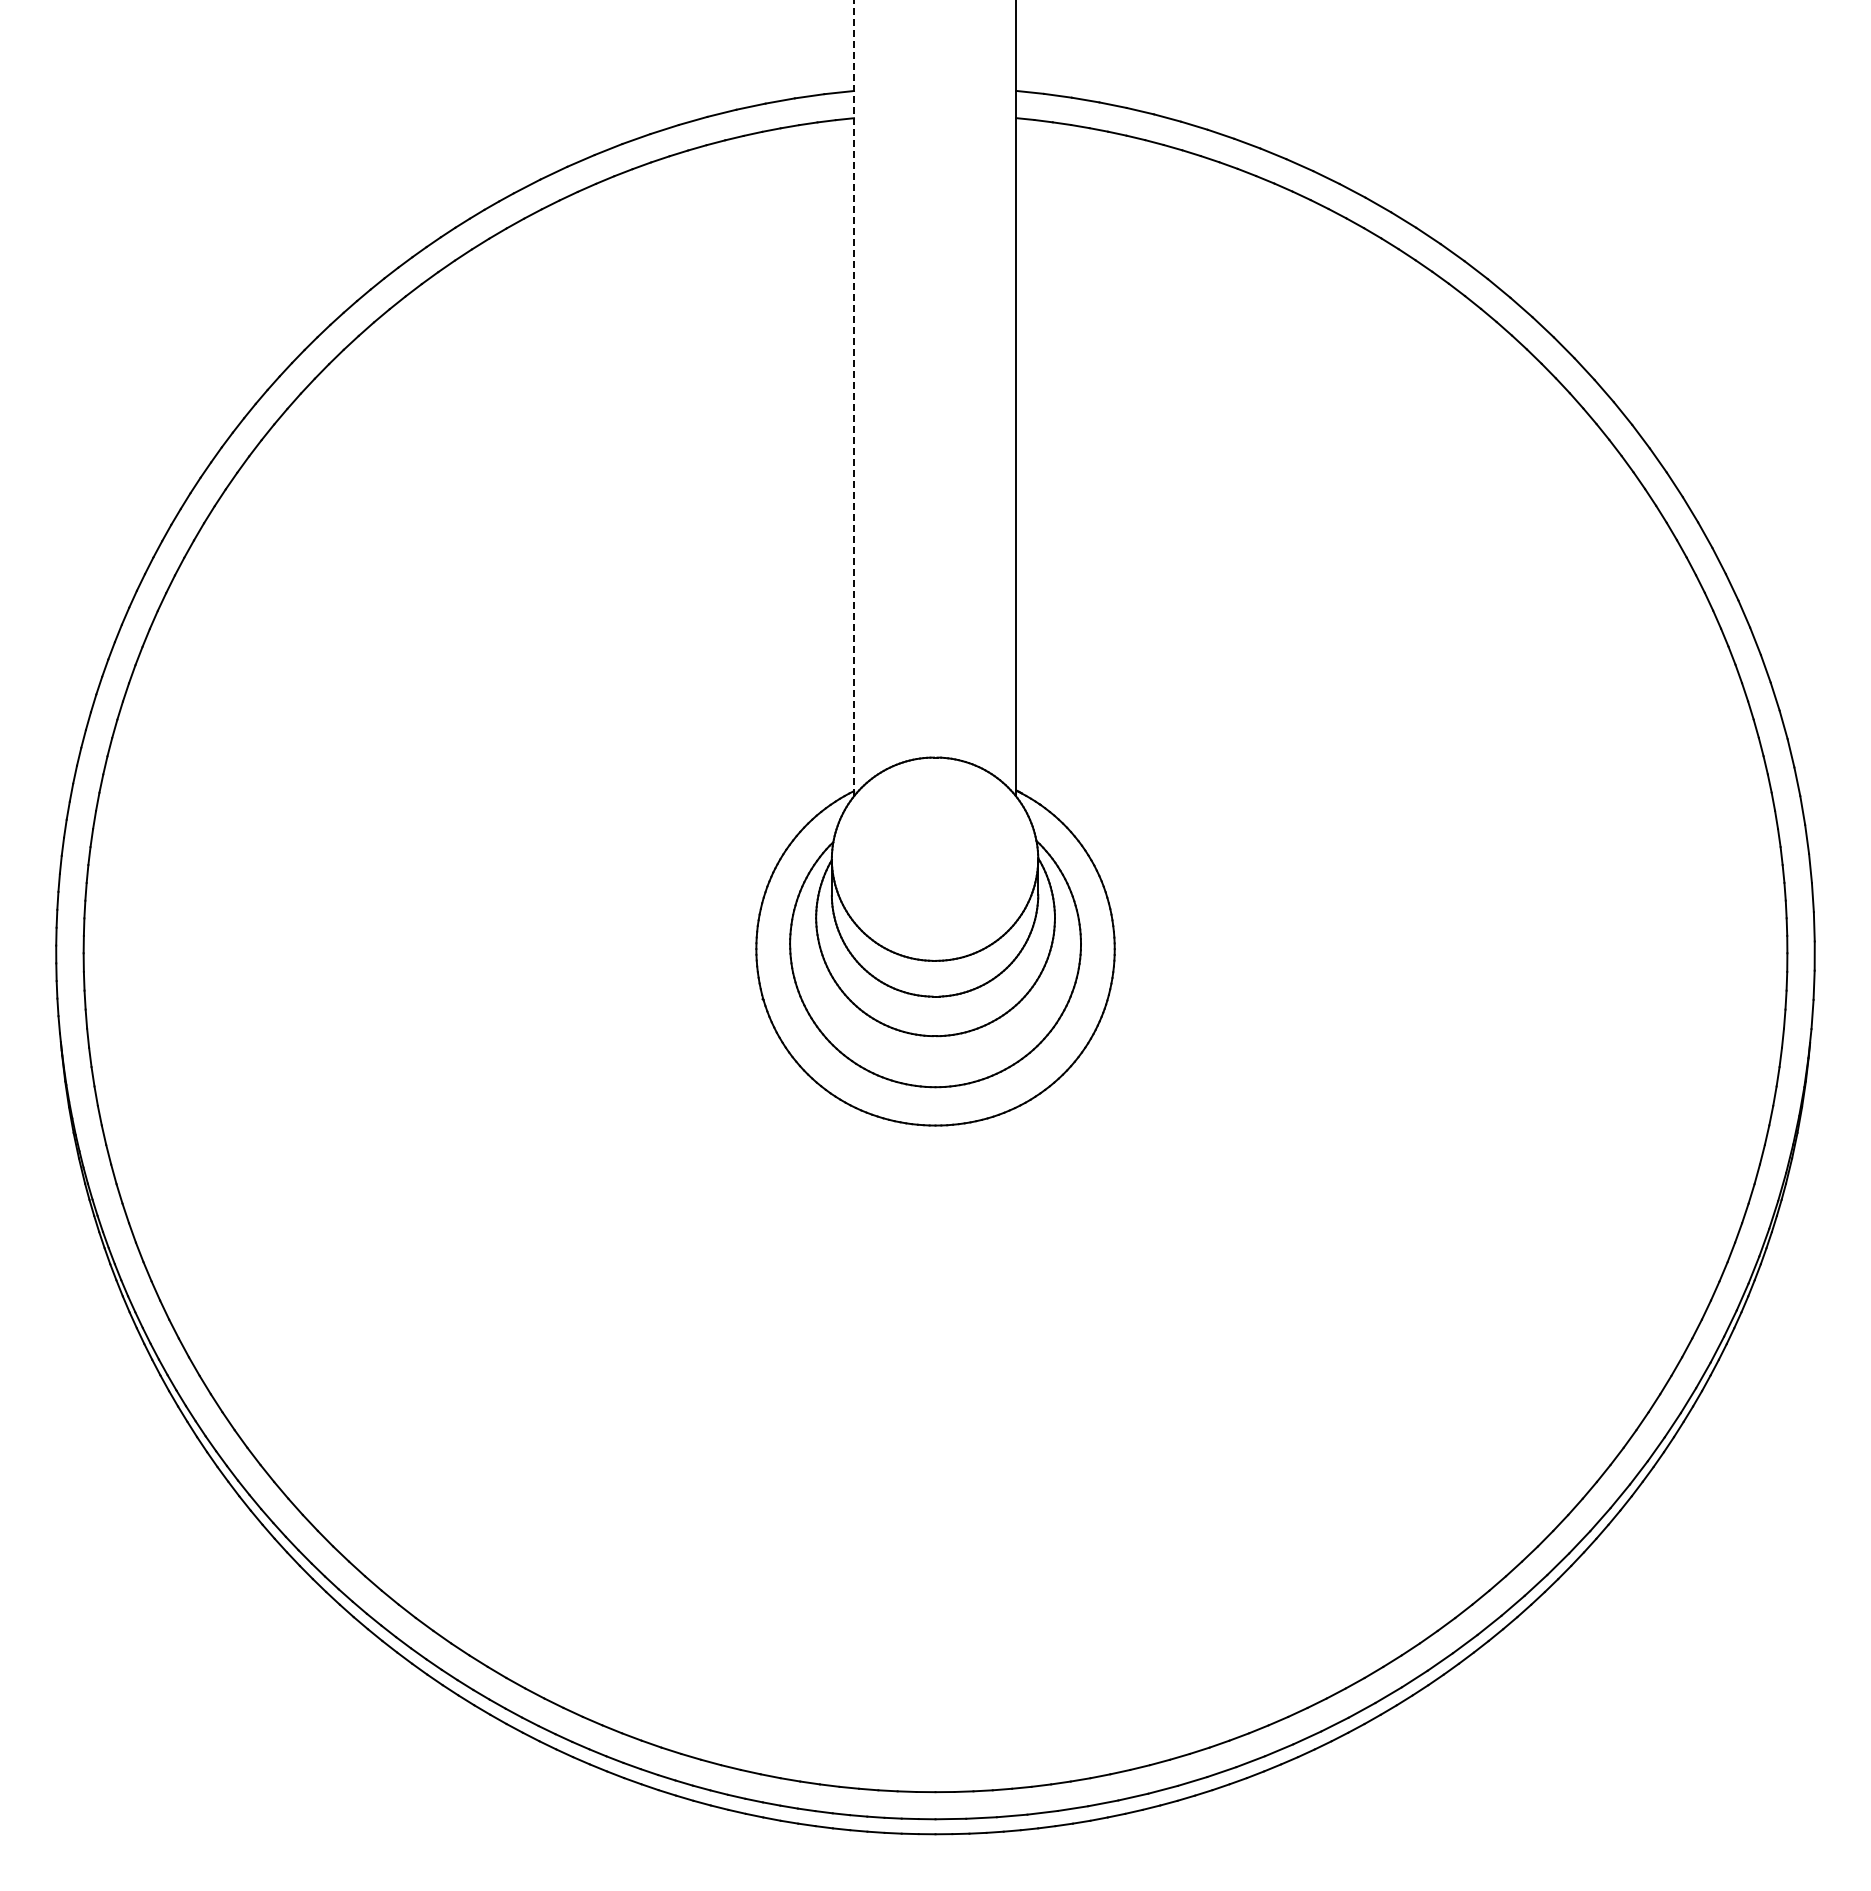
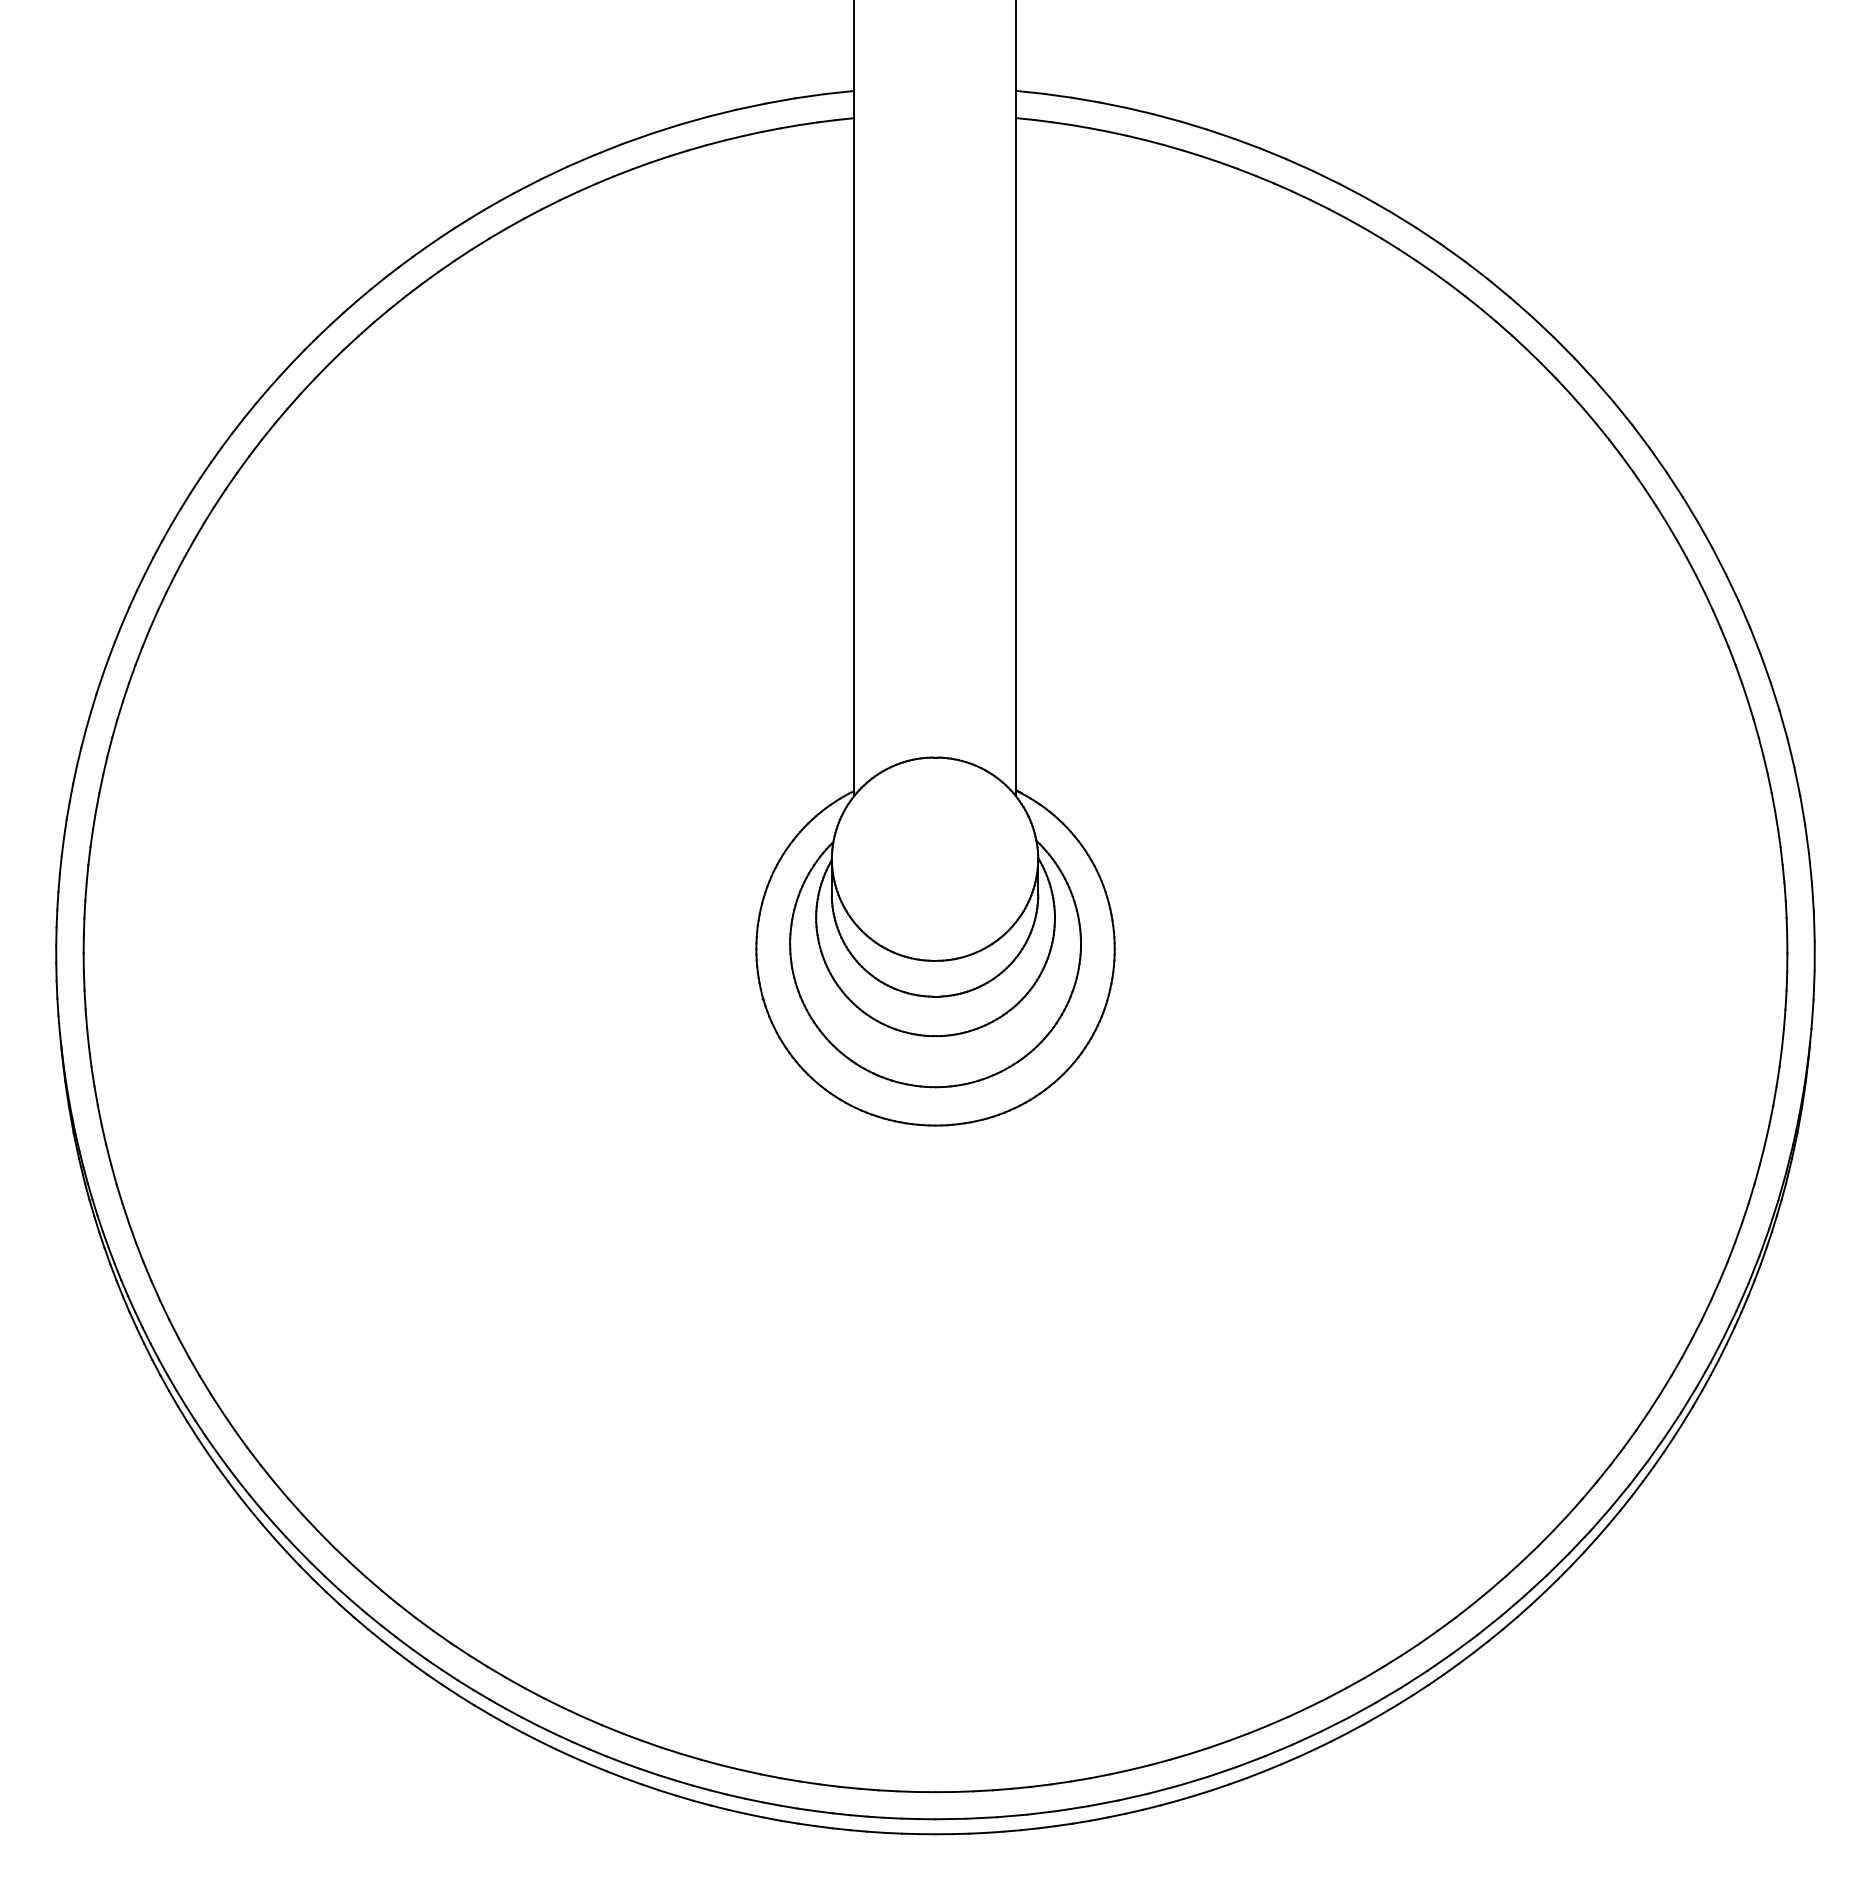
line at (854, 398): dashed -> solid
